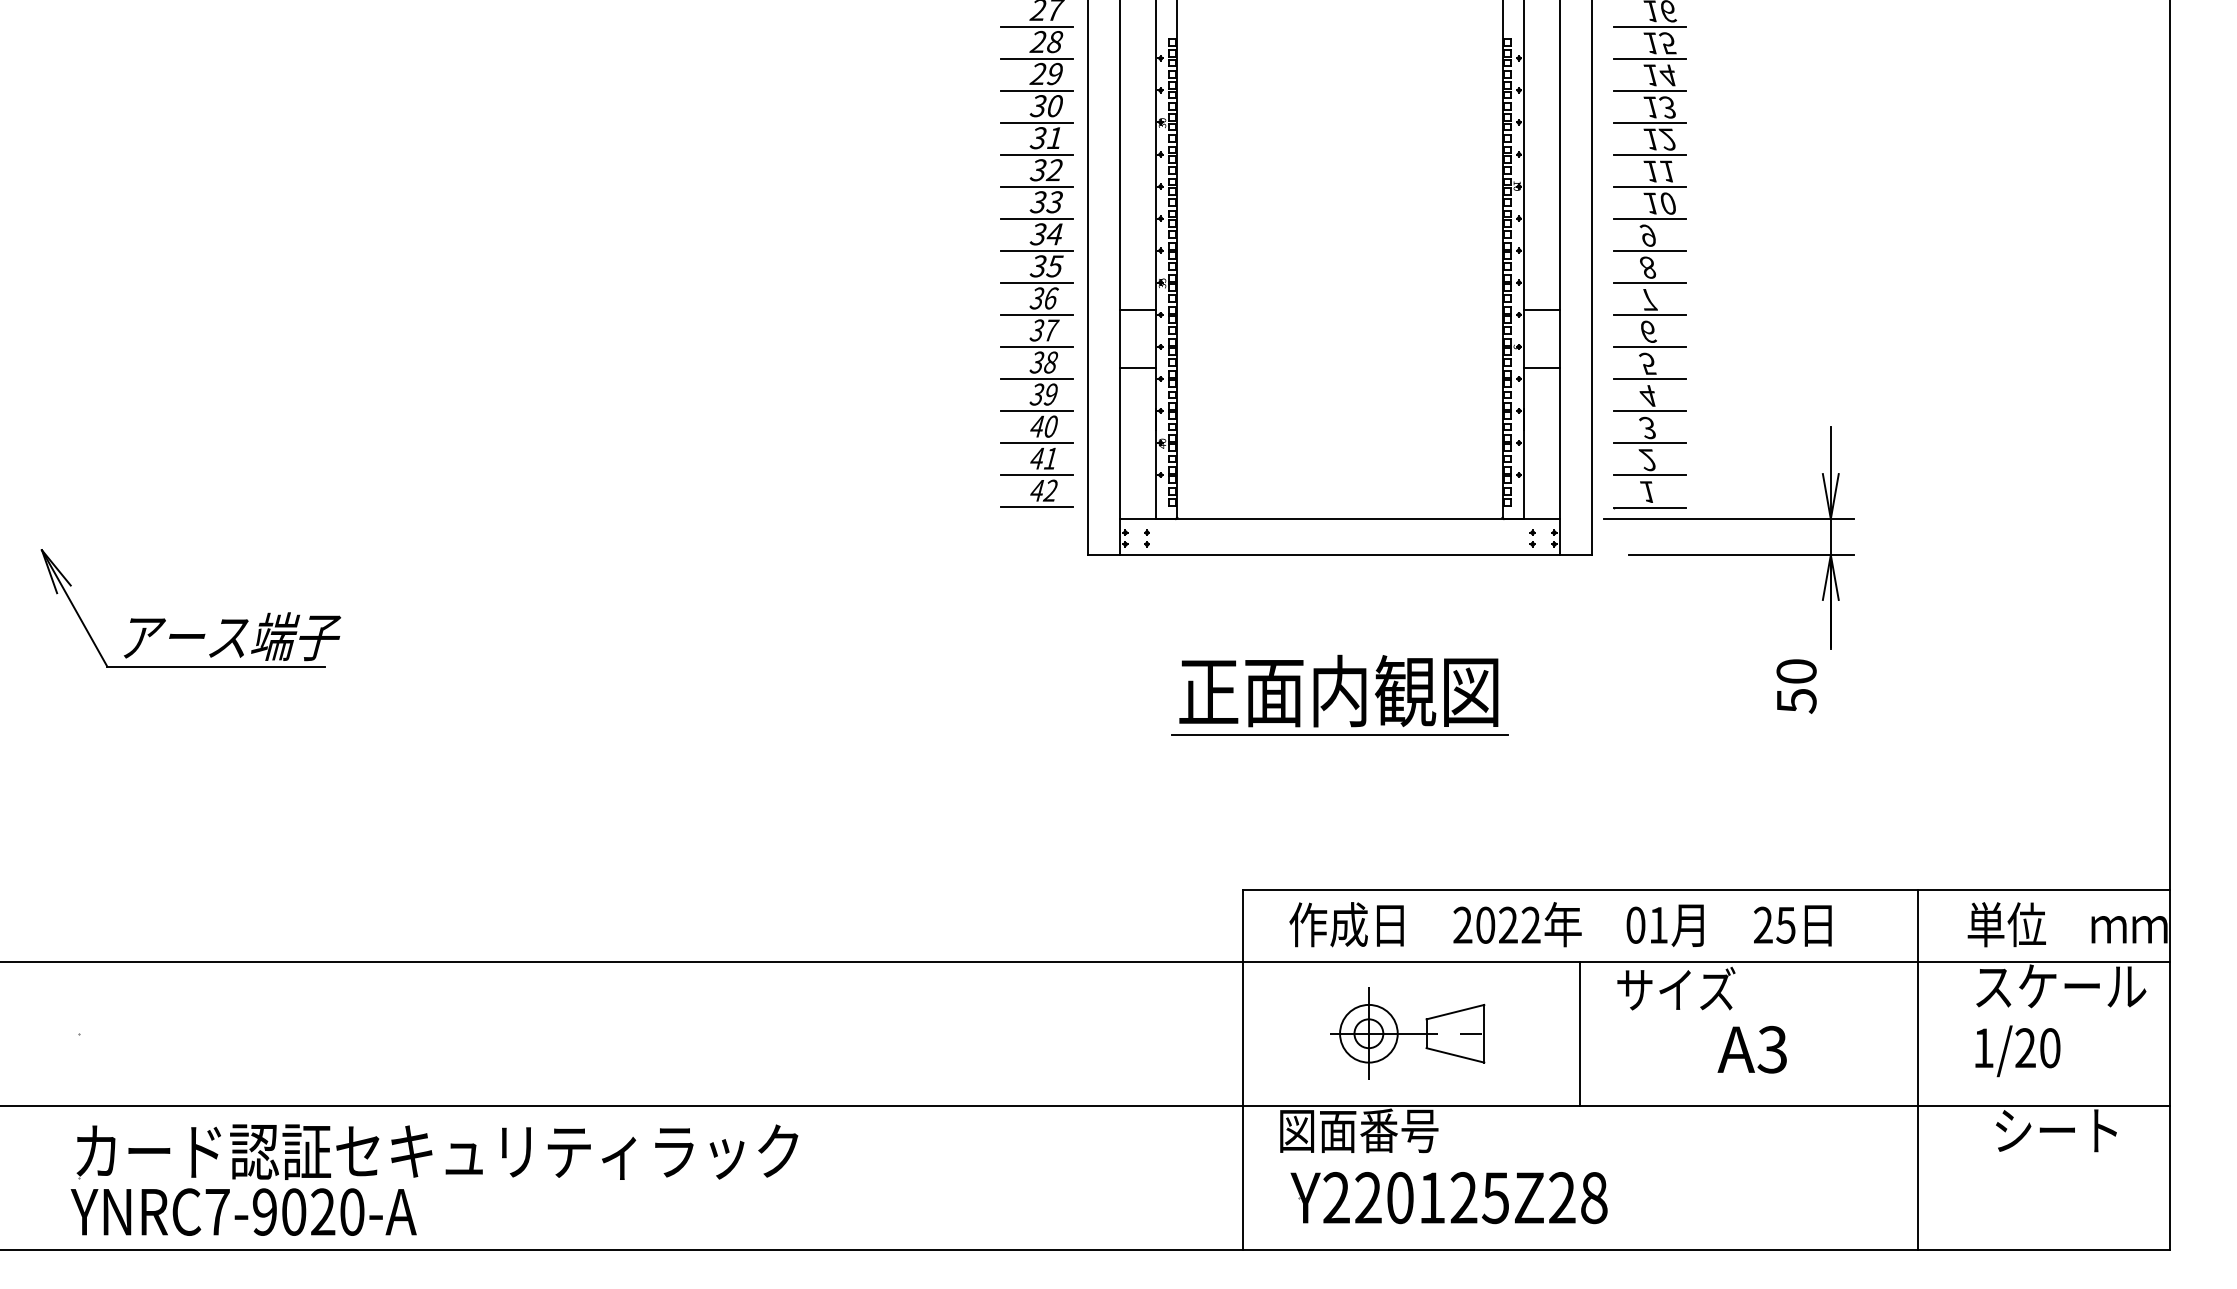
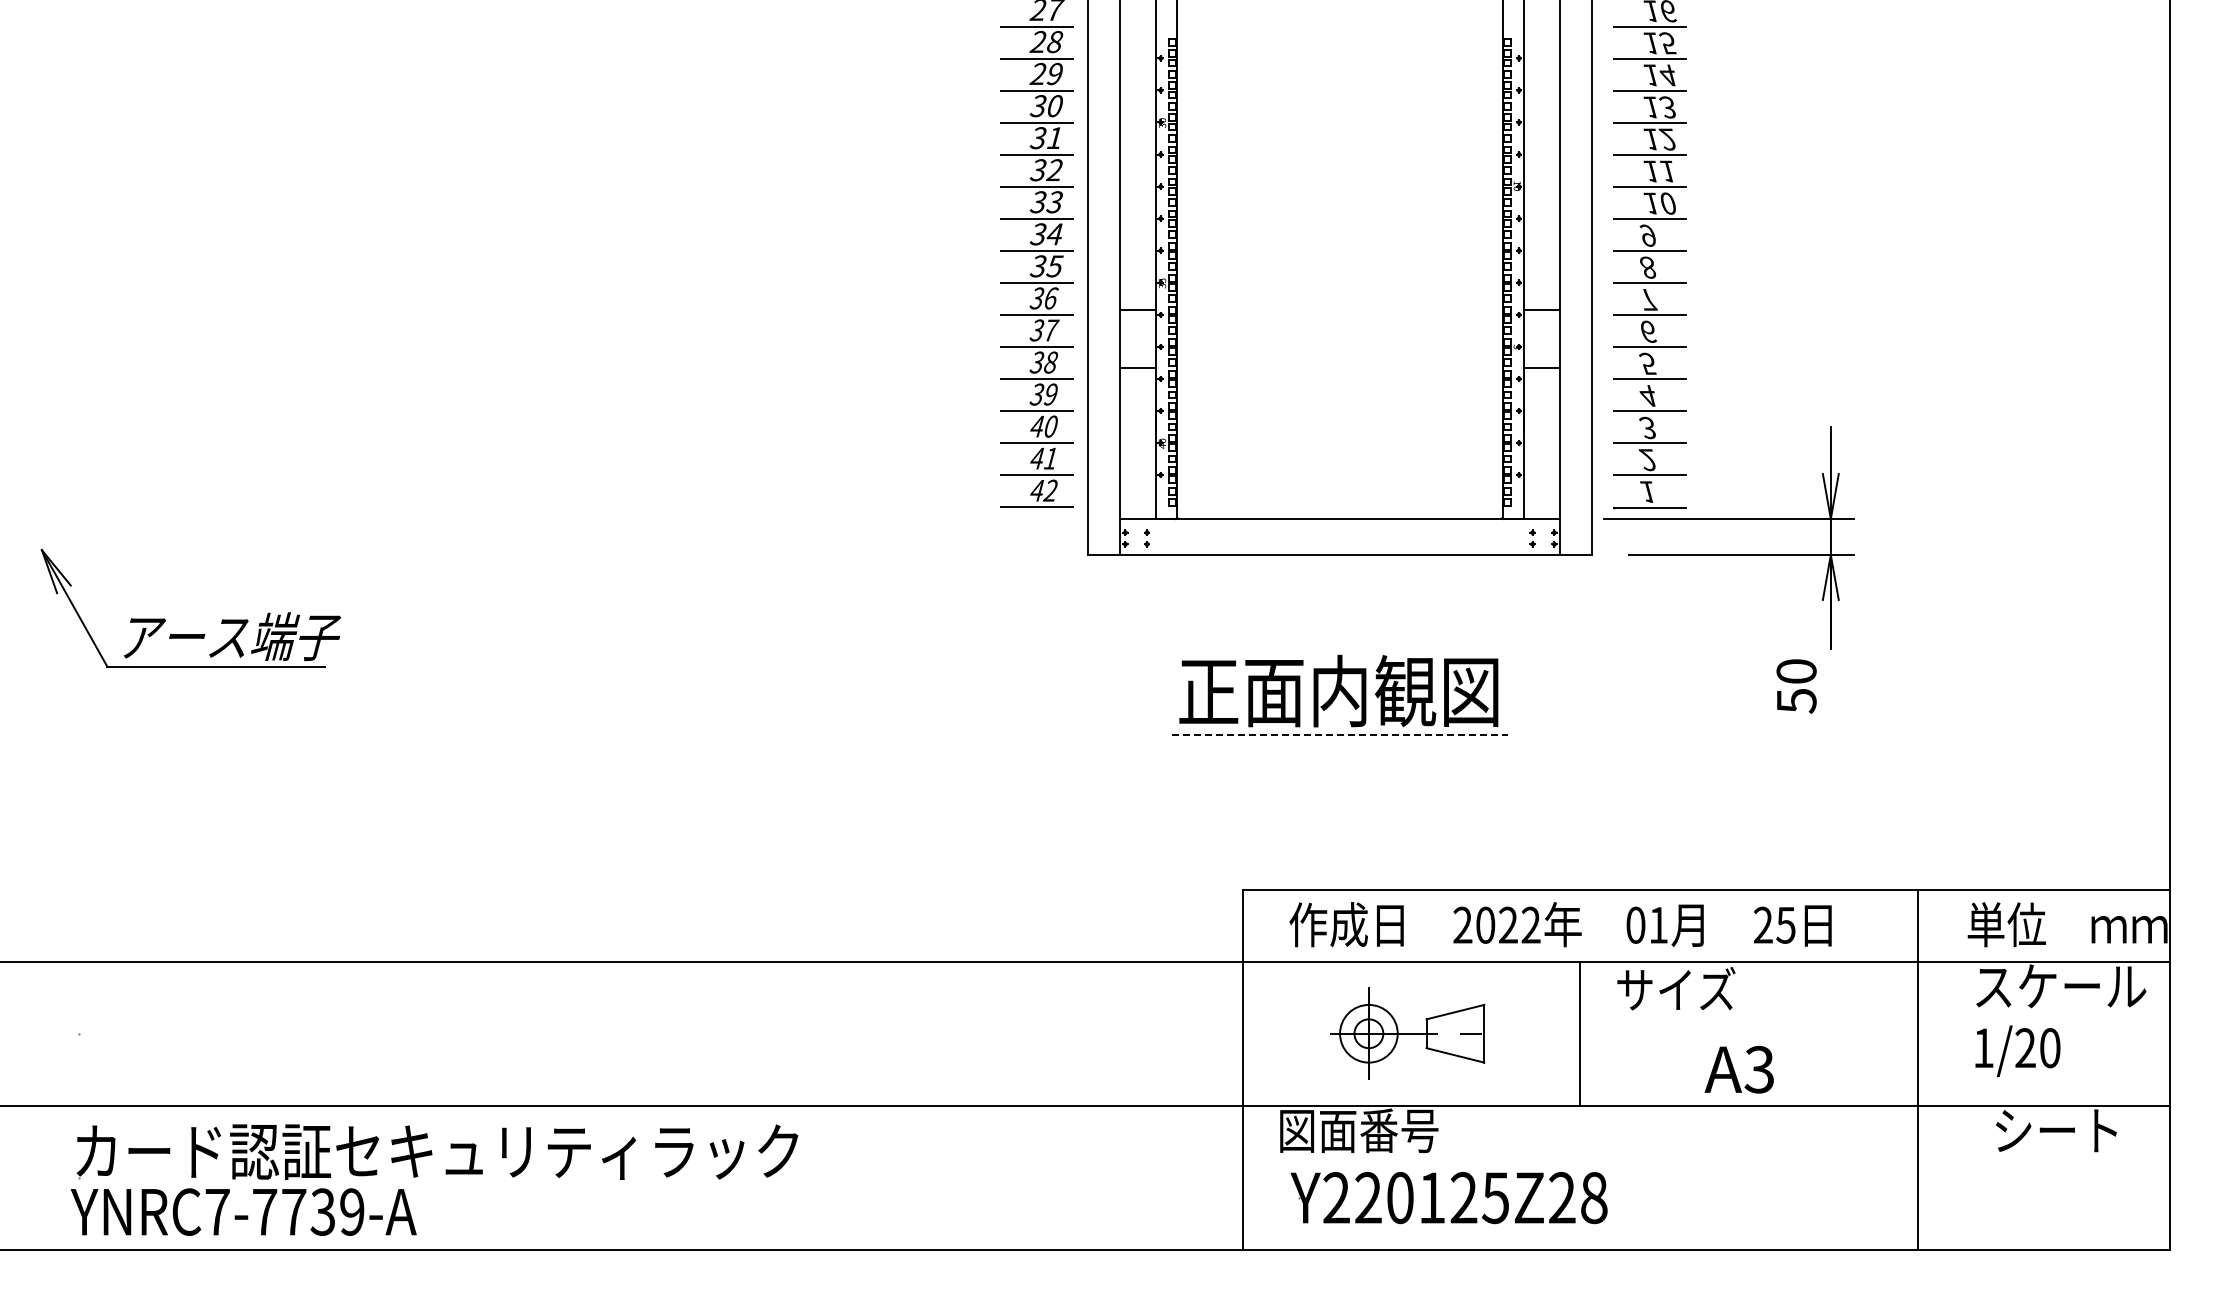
line at (1339, 735): solid -> dashed
text at (1751, 1049) position: (1751, 1049) -> (1738, 1069)
text at (308, 1211): YNRC7-9020-A -> YNRC7-7739-A
